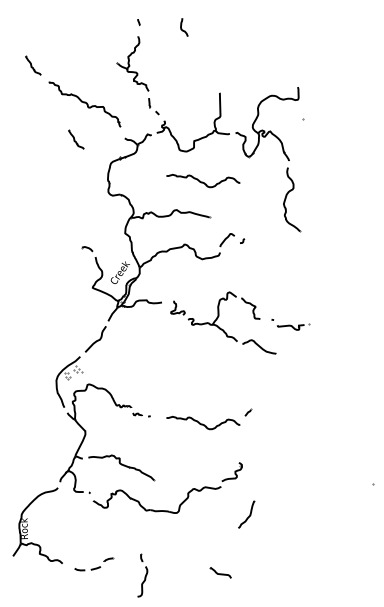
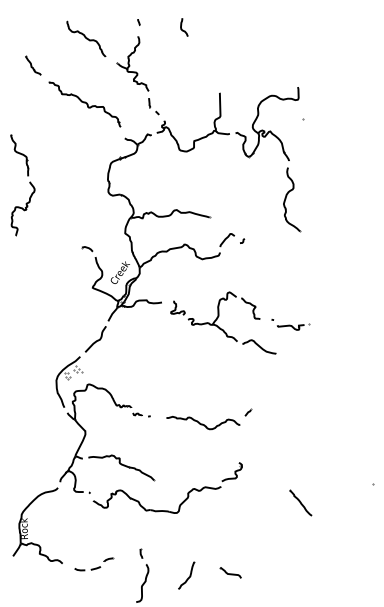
curve at (86, 38): none -> present
part at (76, 139): present -> none
curve at (202, 181): present -> none
part at (29, 183): none -> present
line at (300, 502): none -> present
part at (246, 514) position: (246, 514) -> (186, 575)
part at (220, 572) position: (220, 572) -> (230, 572)
part at (142, 575) size: 12x45 px -> 14x55 px
